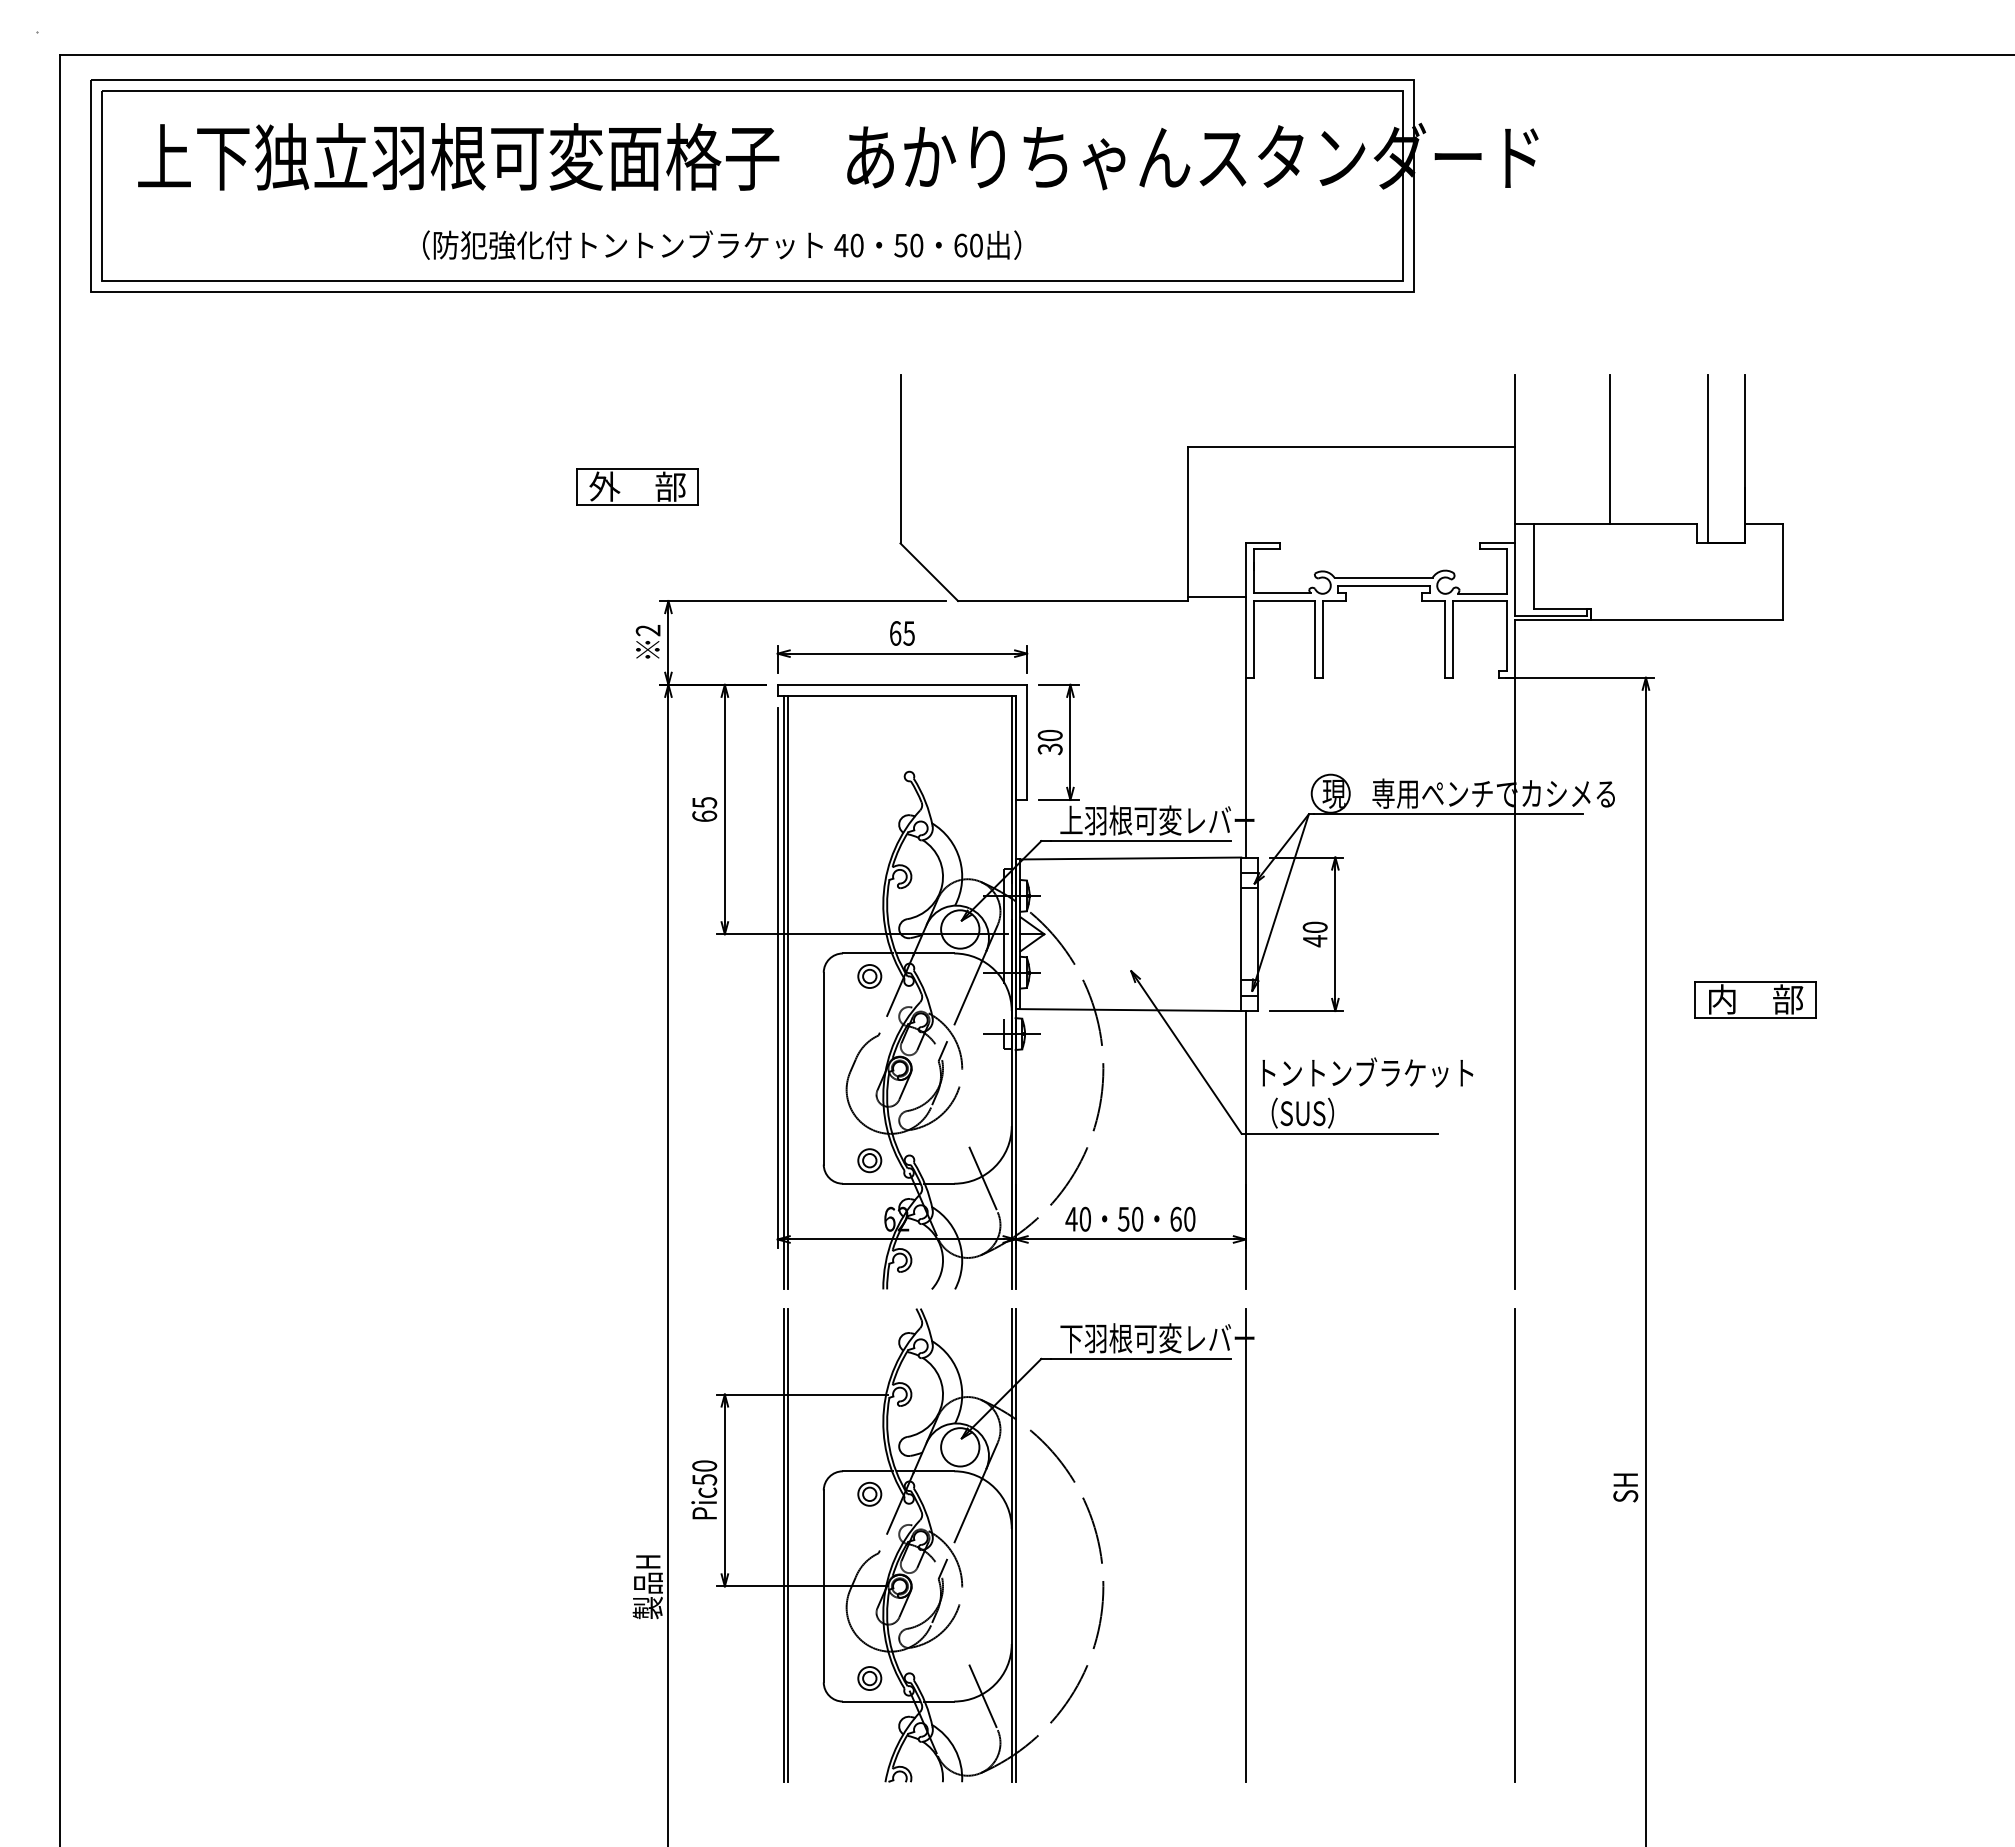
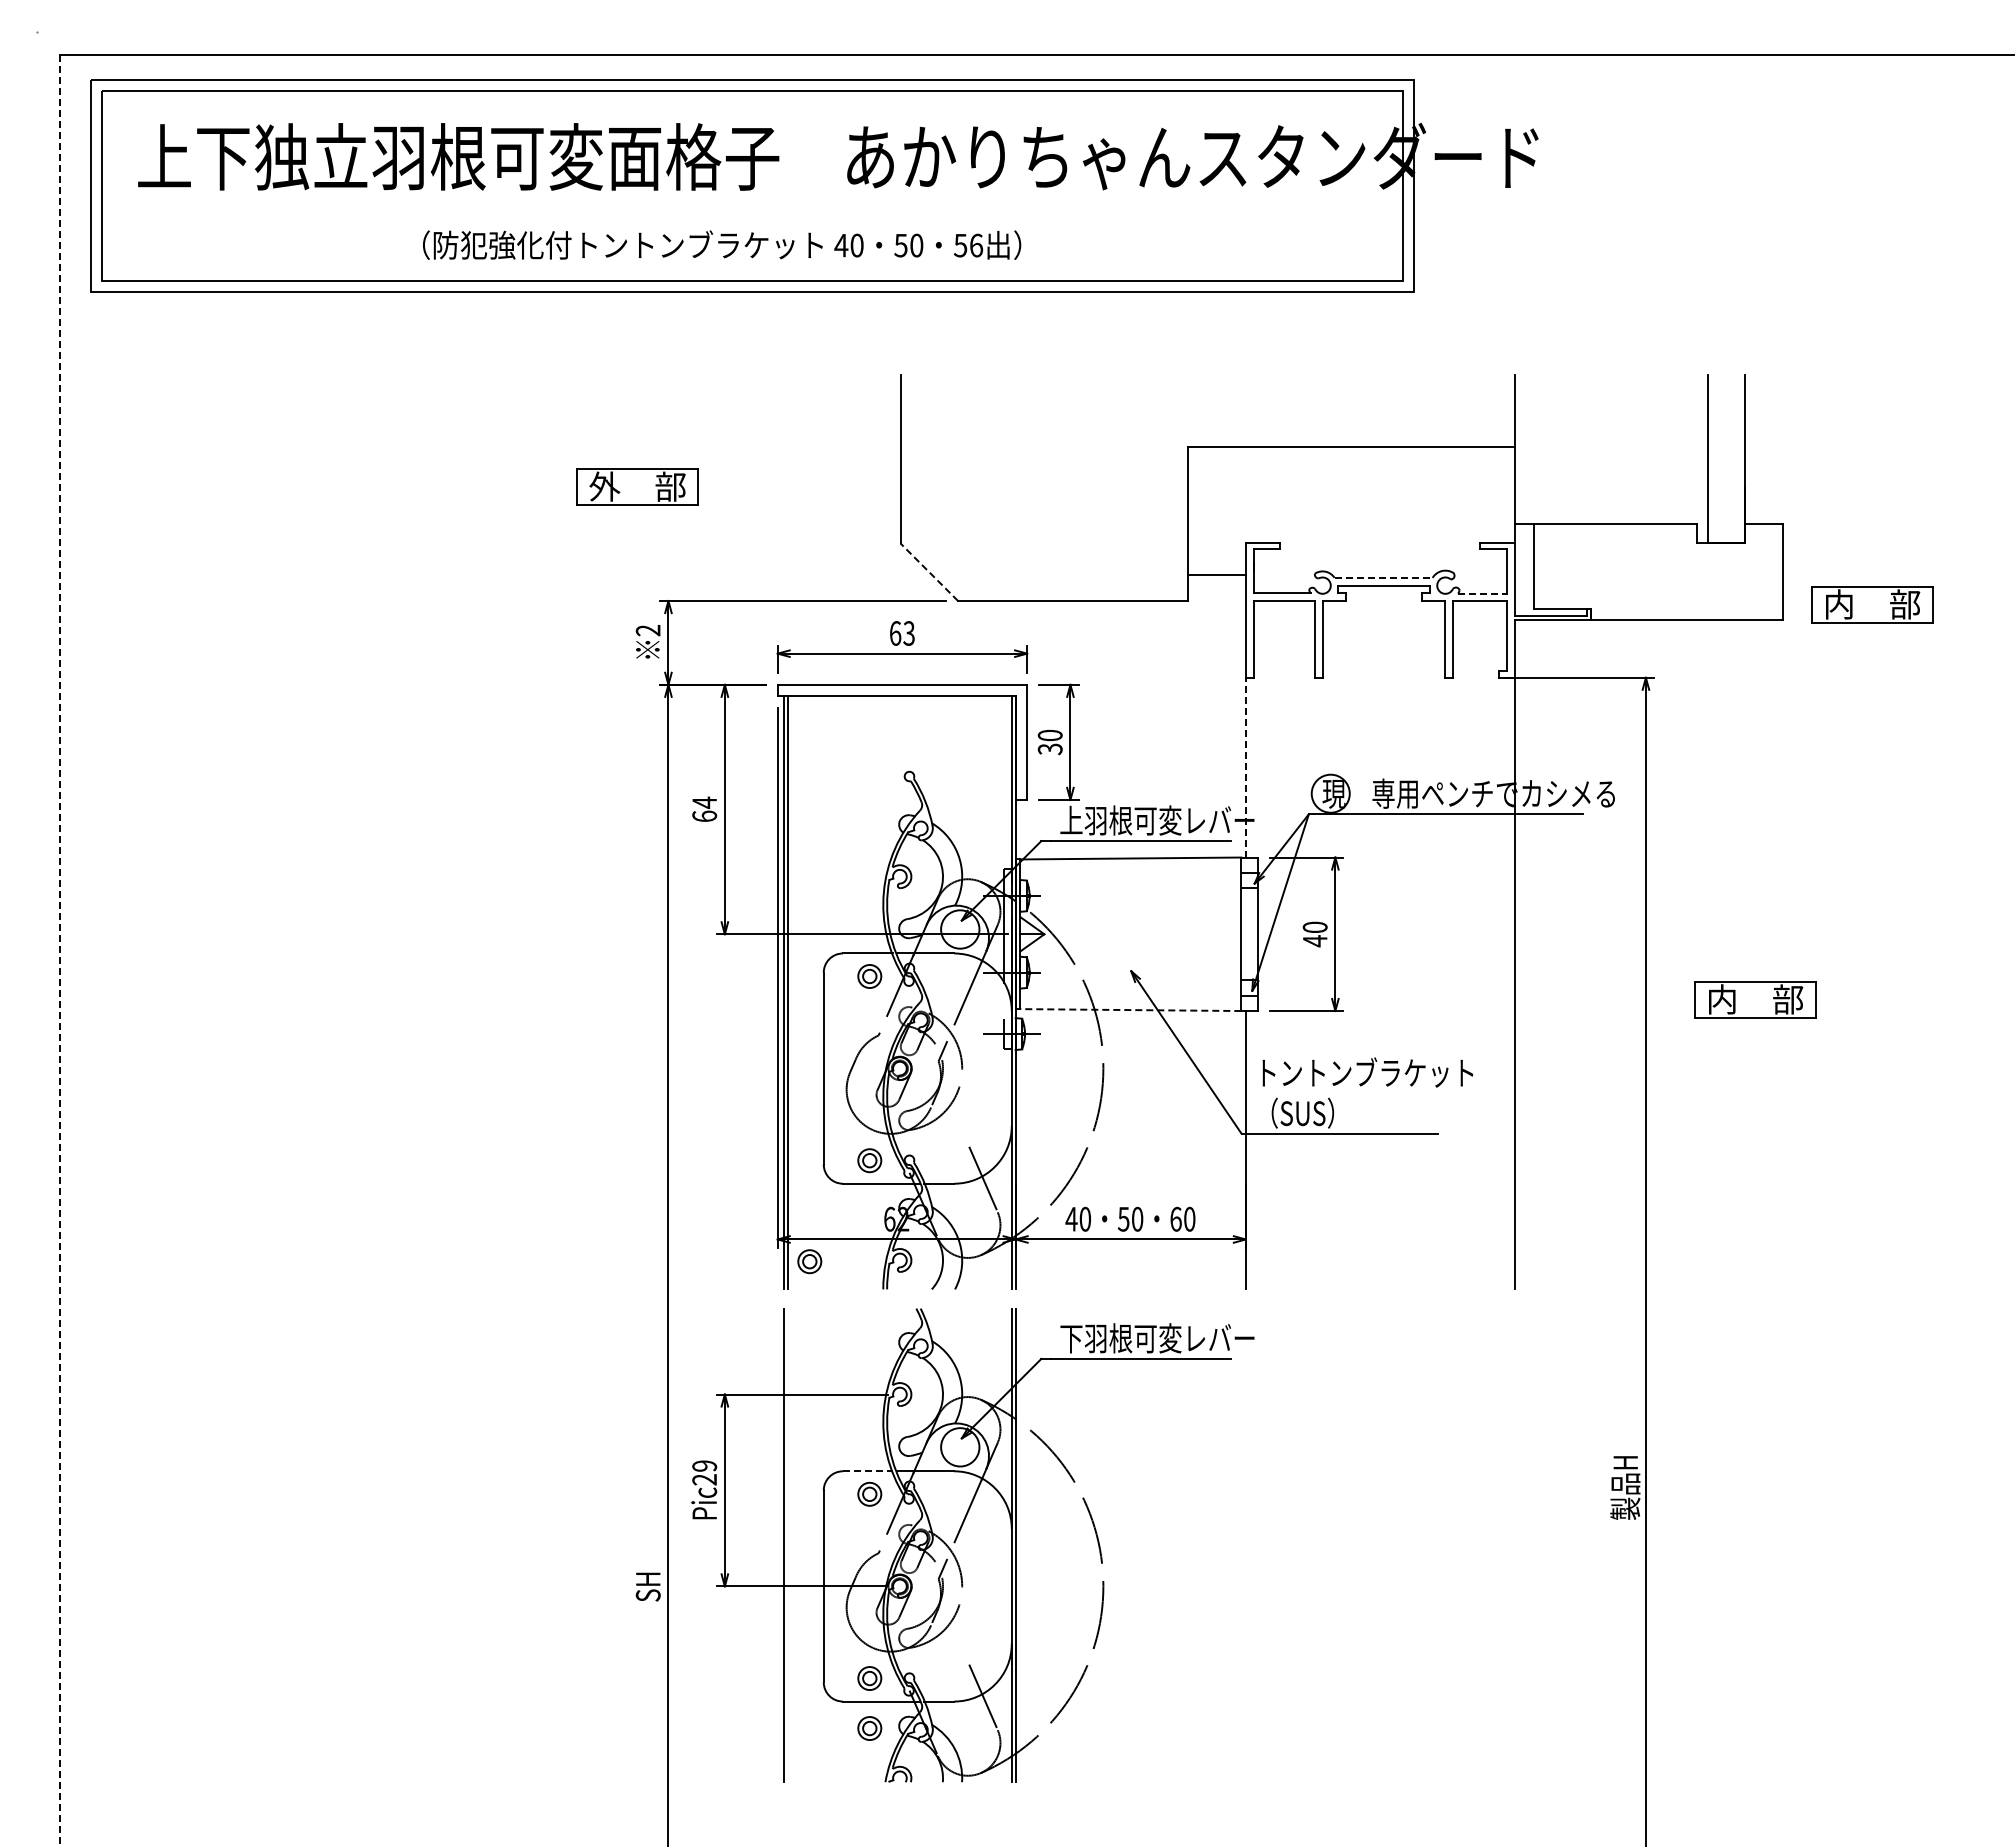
text at (968, 245): 60 -> 56
line at (1610, 449): present -> none
line at (929, 572): solid -> dashed
line at (1384, 577): solid -> dashed
line at (1483, 593): solid -> dashed
line at (1216, 597) position: (1216, 597) -> (1216, 575)
part at (1872, 604): none -> present
text at (909, 633): 65 -> 63
line at (1245, 767): solid -> dashed
text at (704, 802): 65 -> 64
line at (60, 951): solid -> dashed
line at (1130, 1010): solid -> dashed
part at (809, 1261): none -> present
line at (867, 1471): solid -> dashed
text at (704, 1472): Pic50 -> Pic29
text at (1625, 1487): SH -> 製品H
line at (788, 1545): present -> none
line at (1245, 1545): present -> none
line at (1514, 1545): present -> none
text at (647, 1587): 製品H -> SH
part at (869, 1728): none -> present
